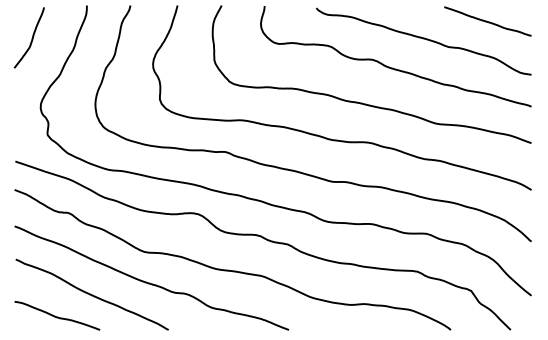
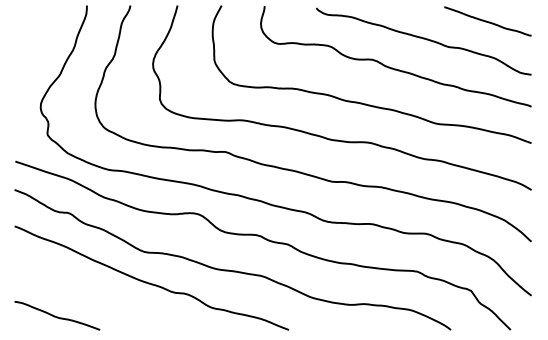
curve at (31, 38): present -> none
curve at (91, 294): present -> none
